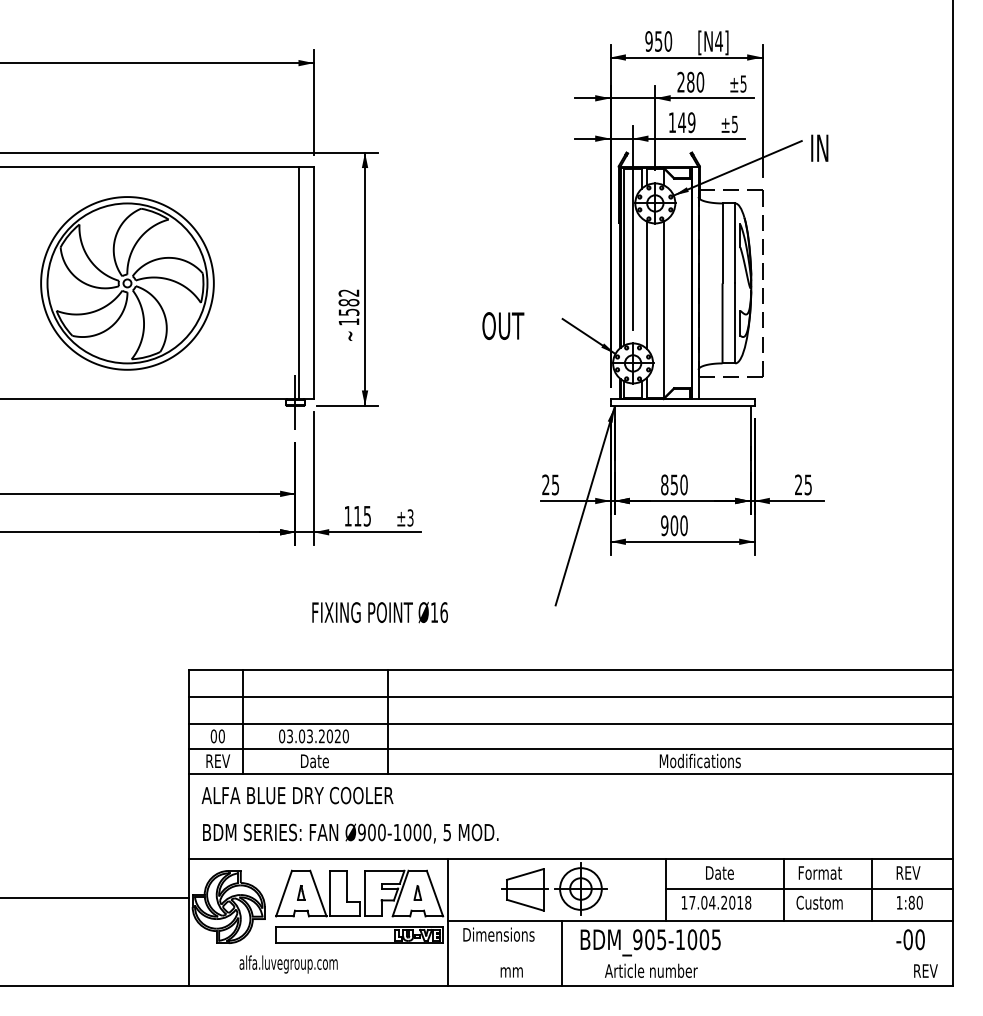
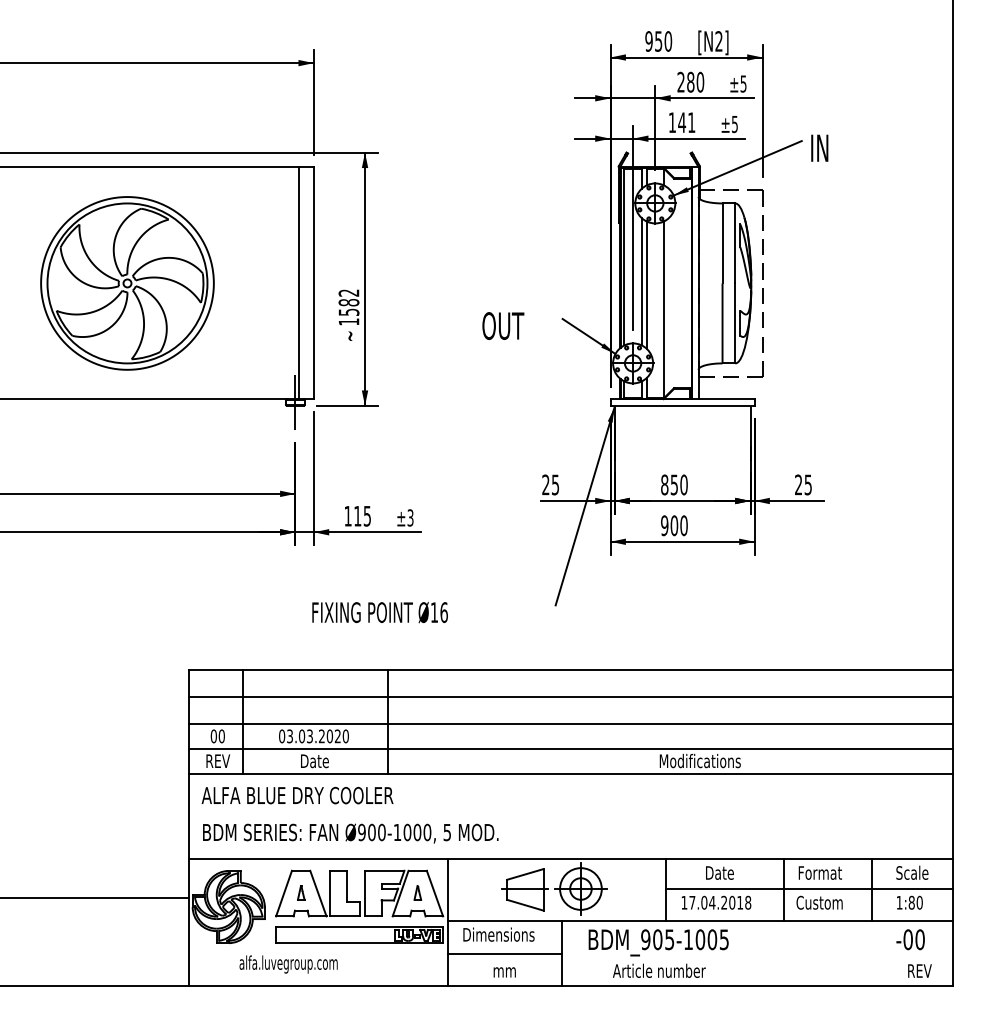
text at (718, 41): [N4] -> [N2]
text at (691, 122): 149 -> 141
line at (641, 281): none -> present
text at (912, 872): REV -> Scale
text at (650, 953) position: (650, 953) -> (658, 953)
line at (504, 954): none -> present
text at (925, 970) position: (925, 970) -> (919, 970)
text at (511, 972) position: (511, 972) -> (504, 972)
